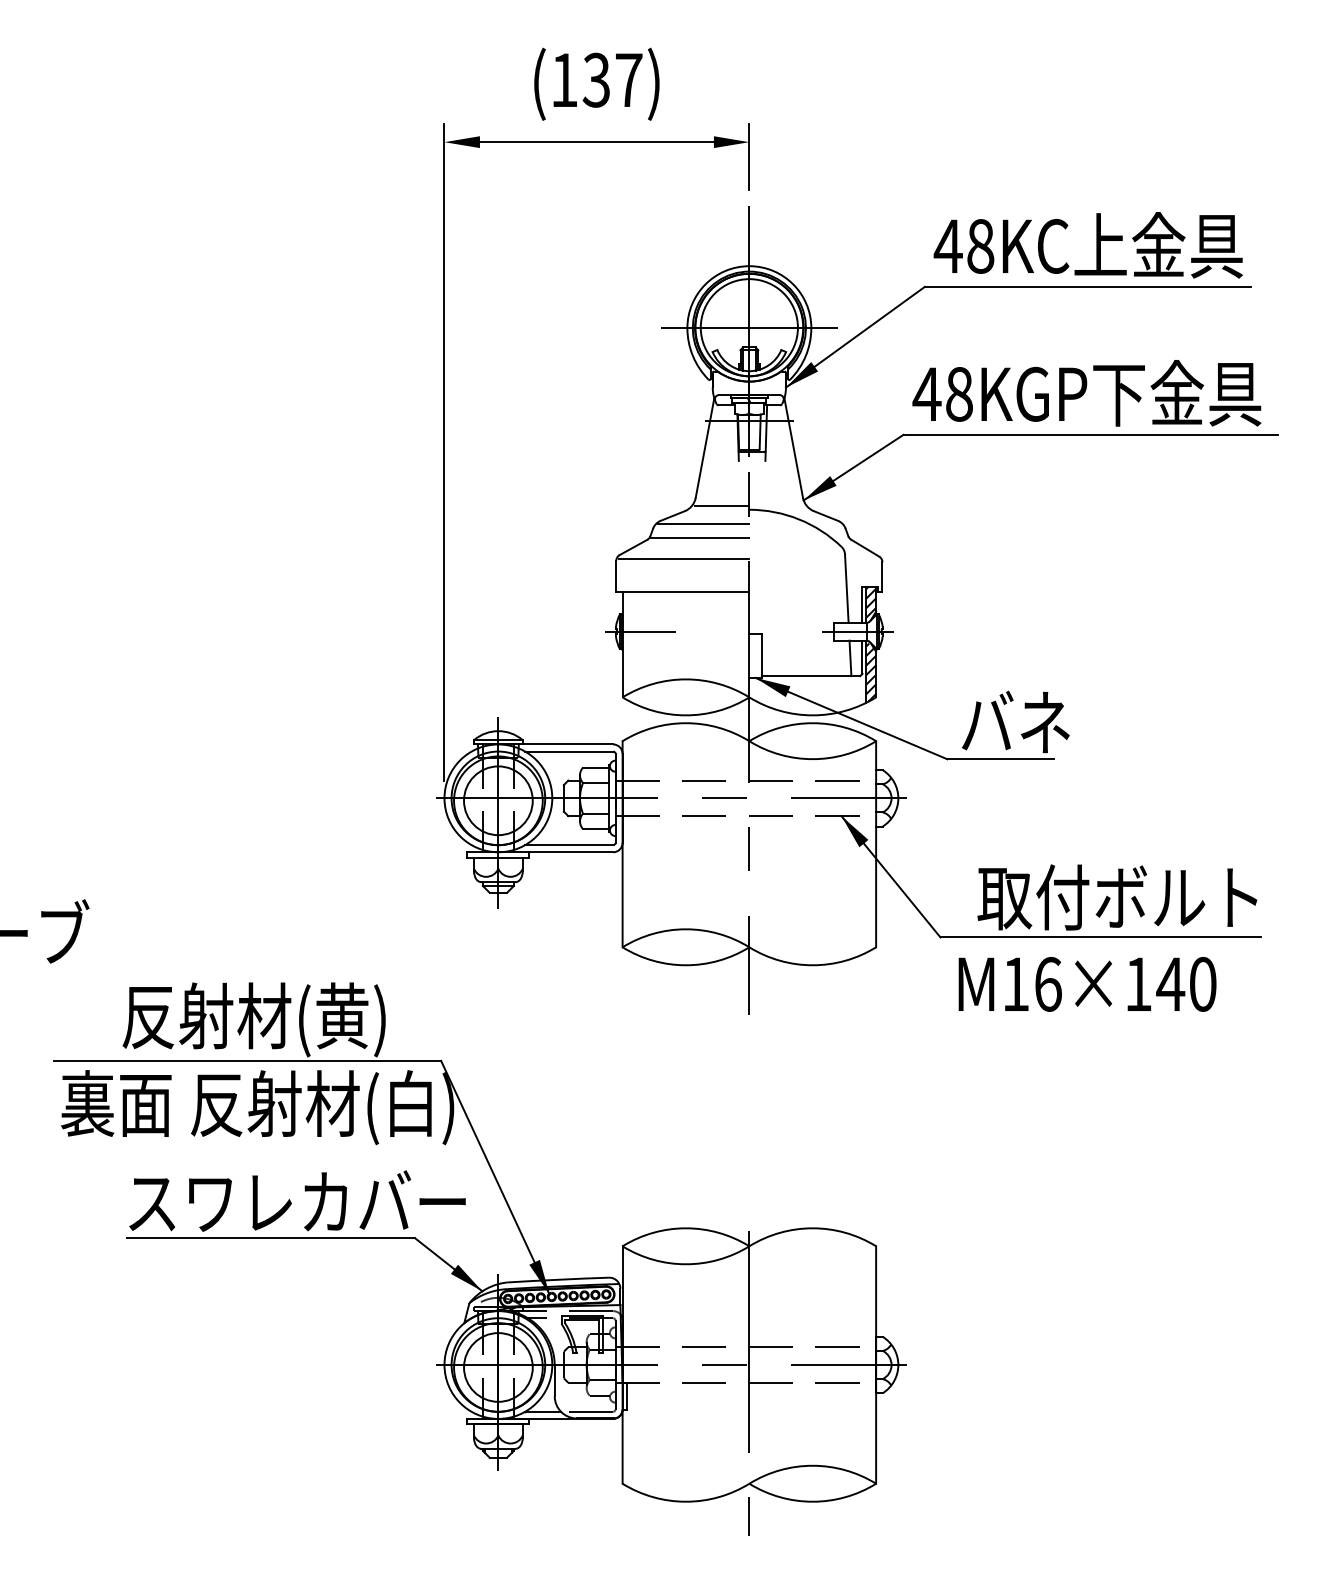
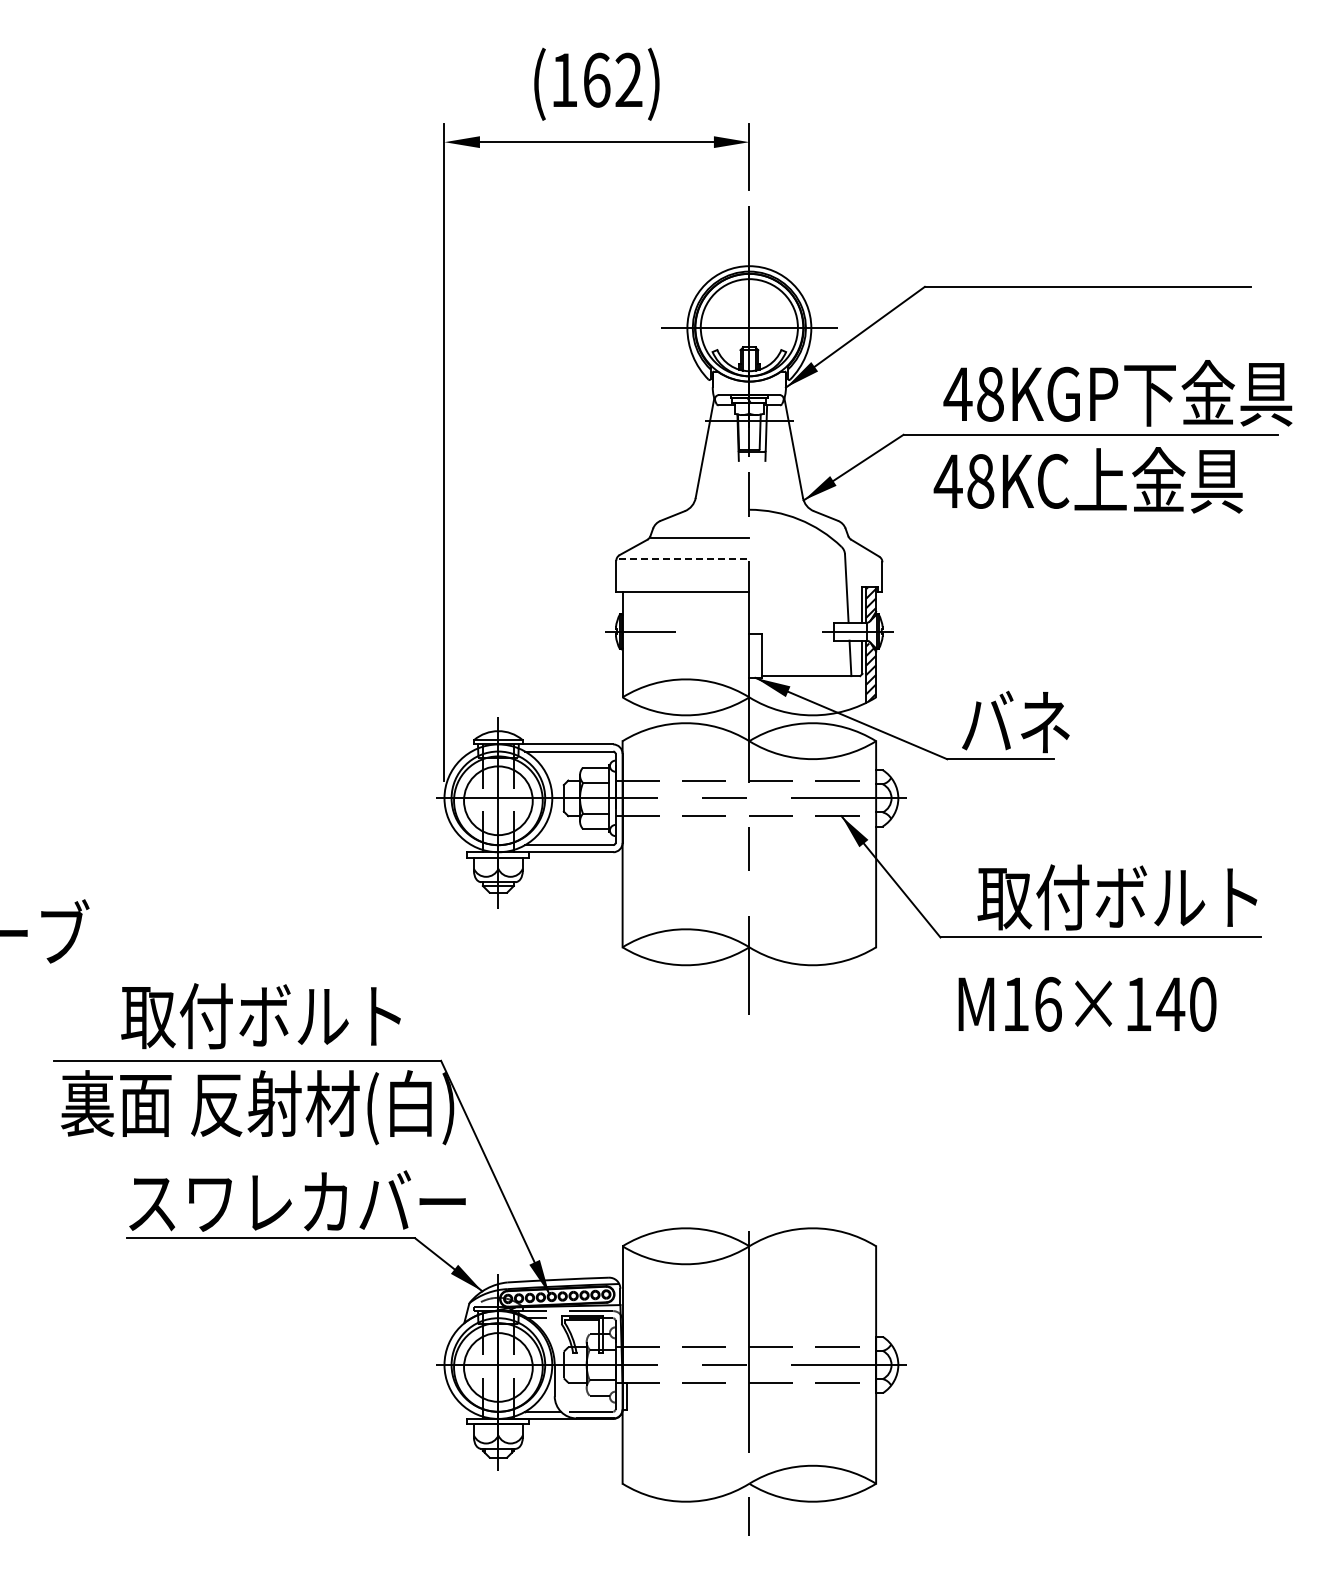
text at (612, 79): (137) -> (162)
text at (1087, 245) position: (1087, 245) -> (1087, 480)
text at (1086, 393) position: (1086, 393) -> (1117, 393)
line at (721, 506): present -> none
line at (703, 523): present -> none
line at (684, 558): solid -> dashed
text at (1087, 984) position: (1087, 984) -> (1087, 1004)
text at (260, 1019): 反射材(黄) -> 取付ボルト
